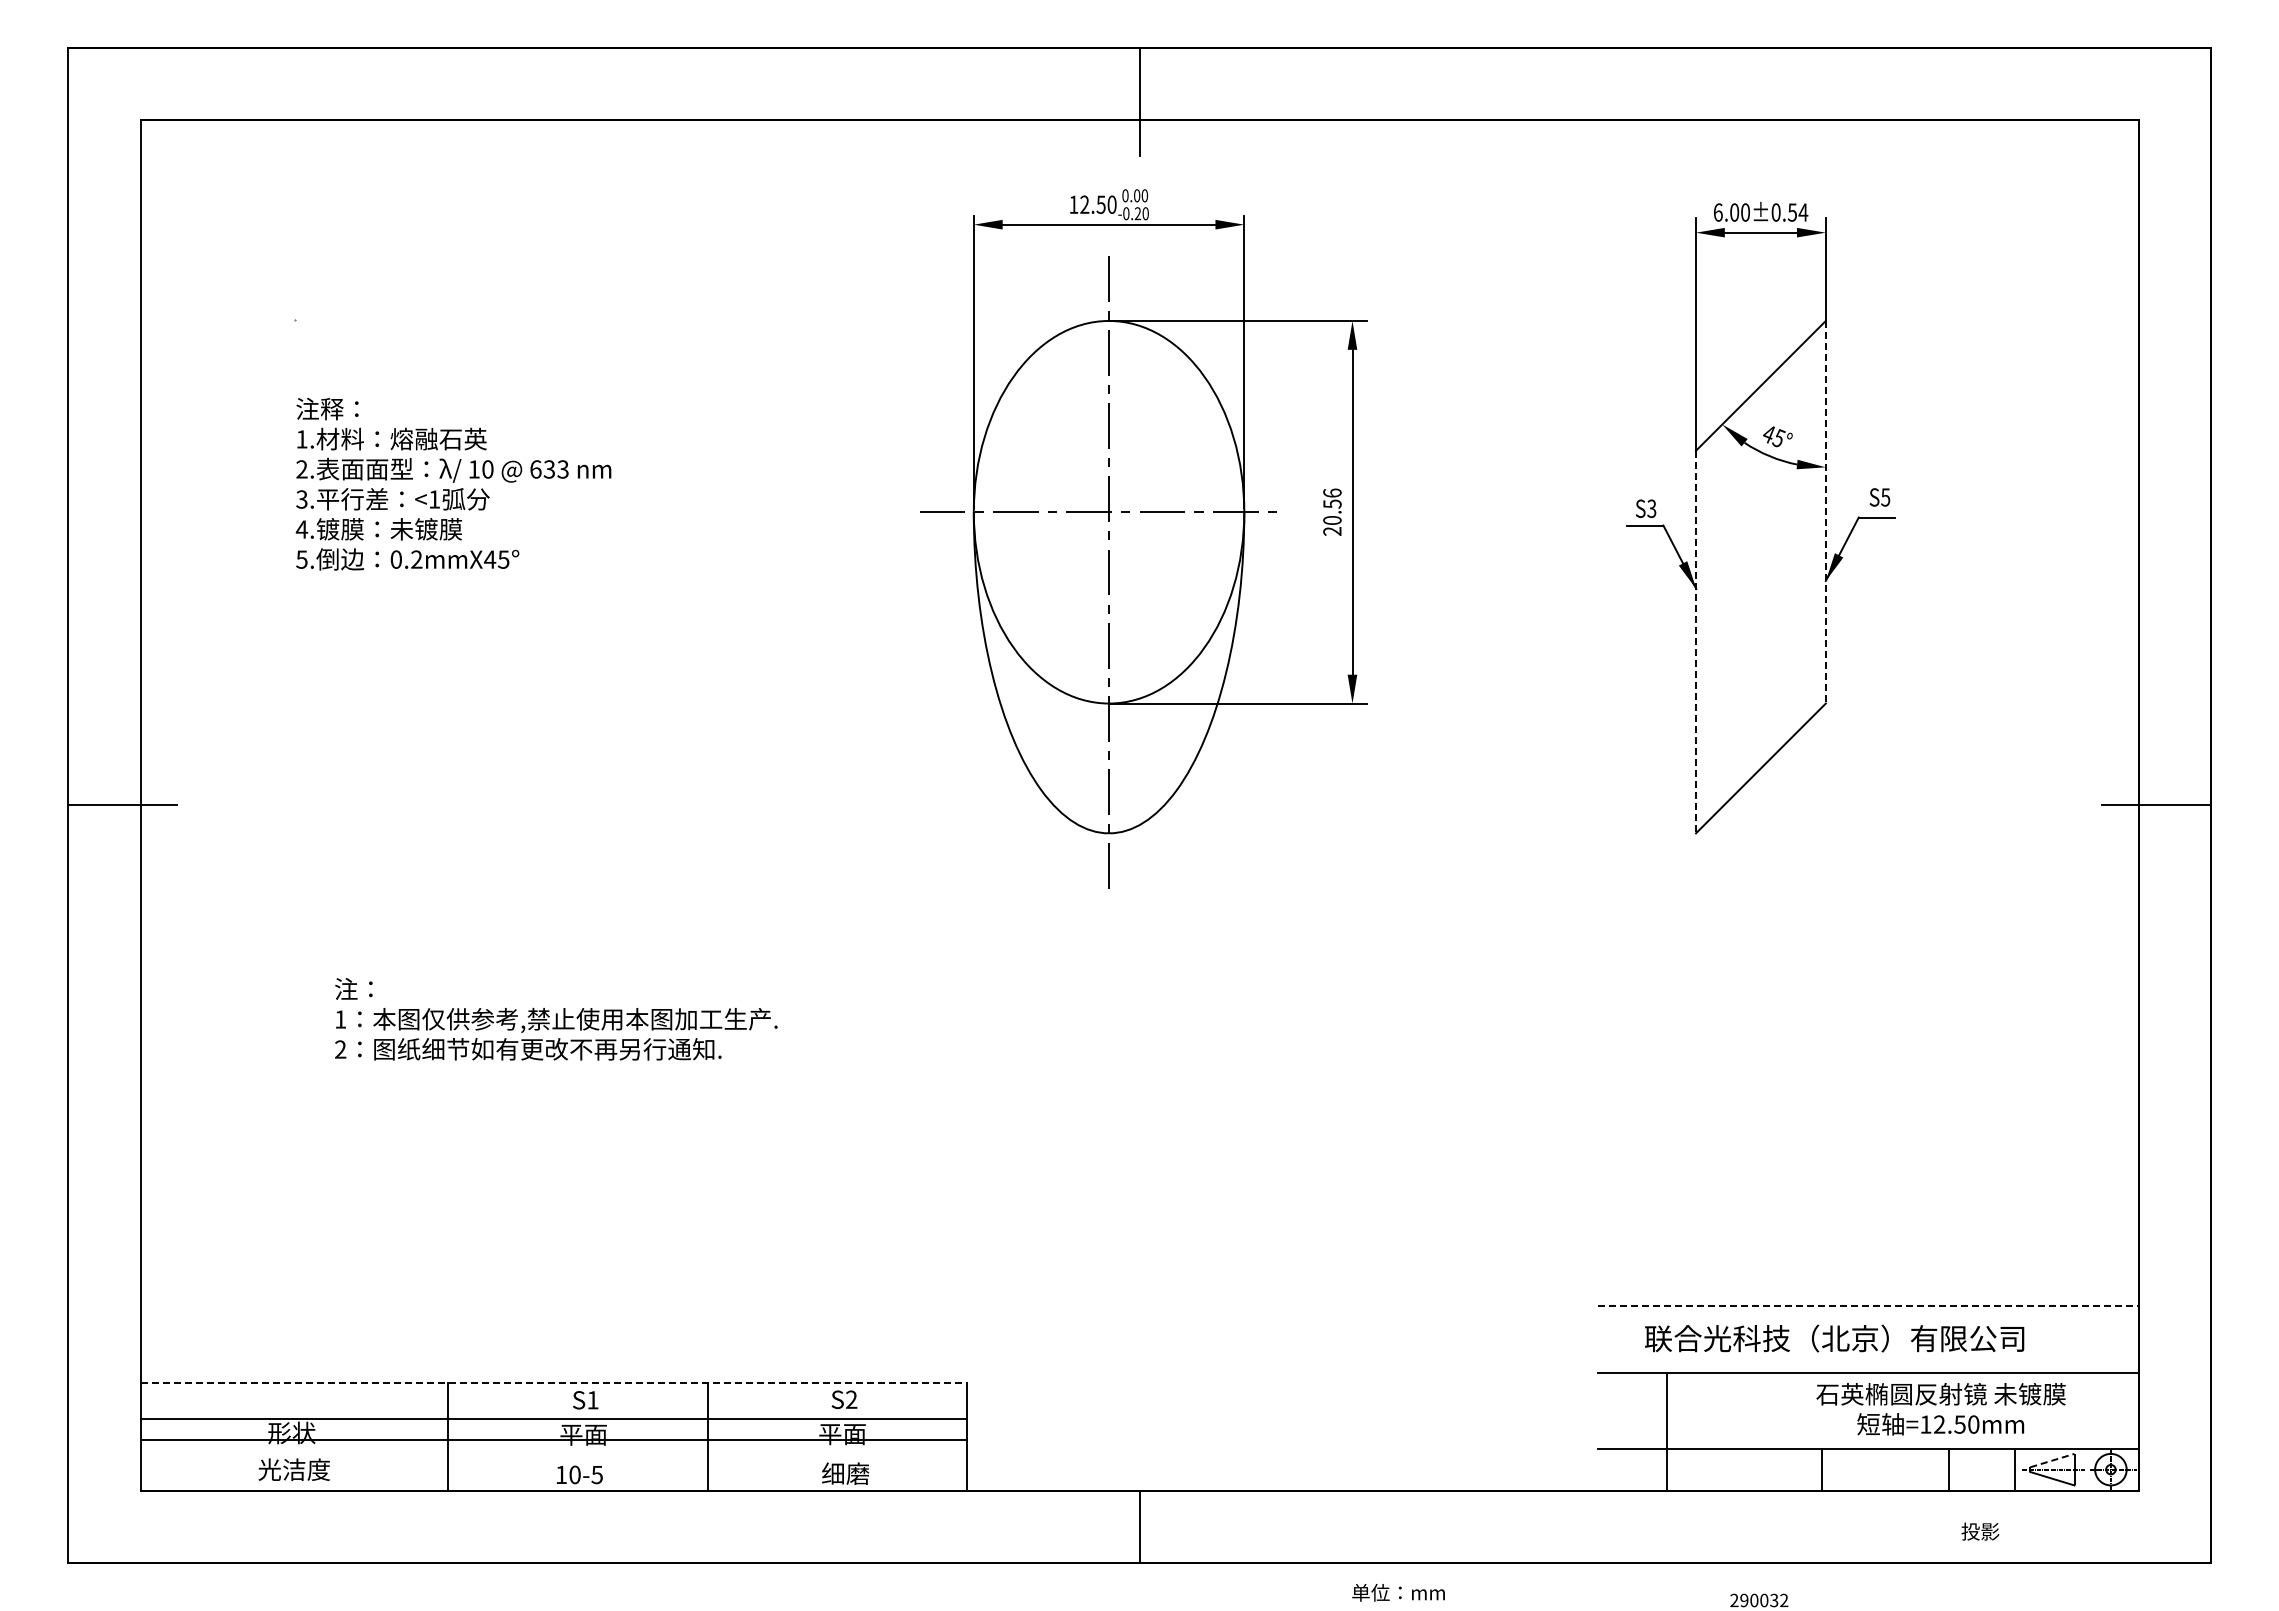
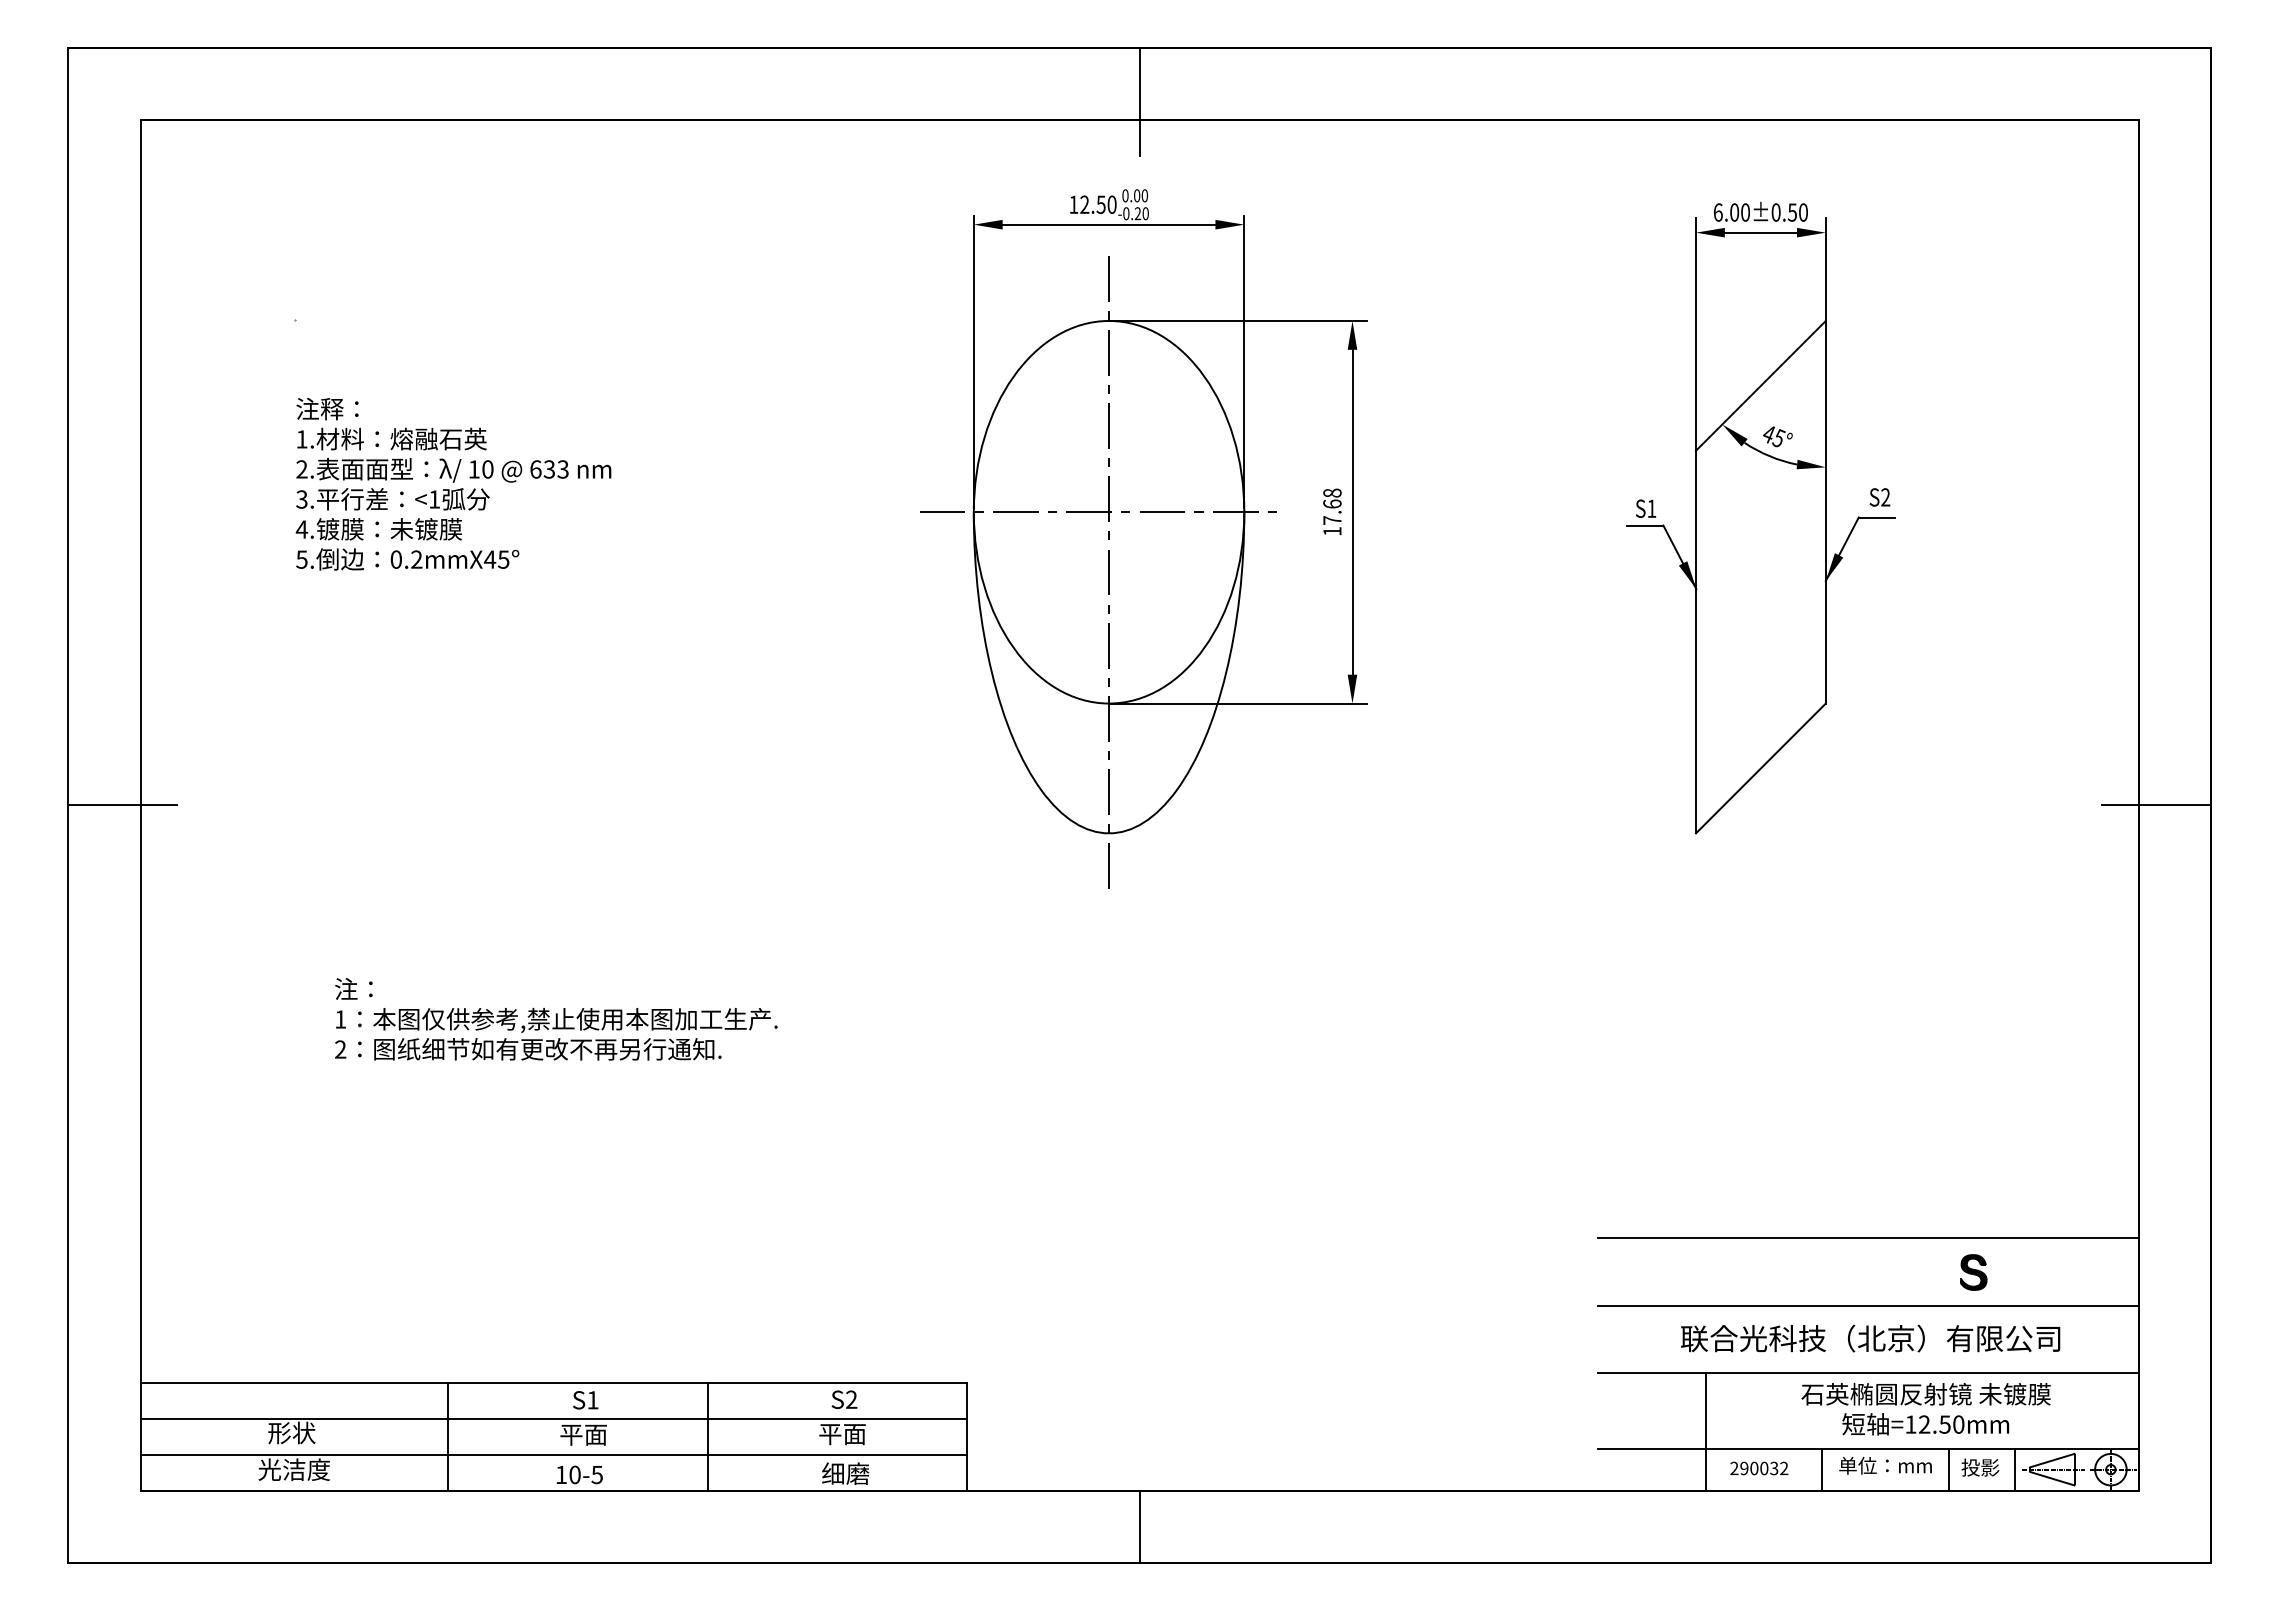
text at (1803, 212): 6.00±0.54 -> 6.00±0.50
text at (1885, 497): S5 -> S2
text at (1651, 508): S3 -> S1
text at (1332, 511): 20.56 -> 17.68
line at (1825, 512): dashed -> solid
line at (1695, 642): dashed -> solid
line at (1867, 1238): none -> present
part at (1973, 1272): none -> present
line at (1868, 1305): dashed -> solid
text at (1834, 1338) position: (1834, 1338) -> (1870, 1338)
line at (554, 1382): dashed -> solid
text at (1940, 1409) position: (1940, 1409) -> (1925, 1409)
line at (1667, 1431) position: (1667, 1431) -> (1706, 1431)
line at (553, 1439) position: (553, 1439) -> (553, 1454)
line at (2052, 1460): dashed -> solid
text at (1980, 1531) position: (1980, 1531) -> (1980, 1467)
text at (1398, 1592) position: (1398, 1592) -> (1885, 1465)
text at (1759, 1600) position: (1759, 1600) -> (1759, 1468)
